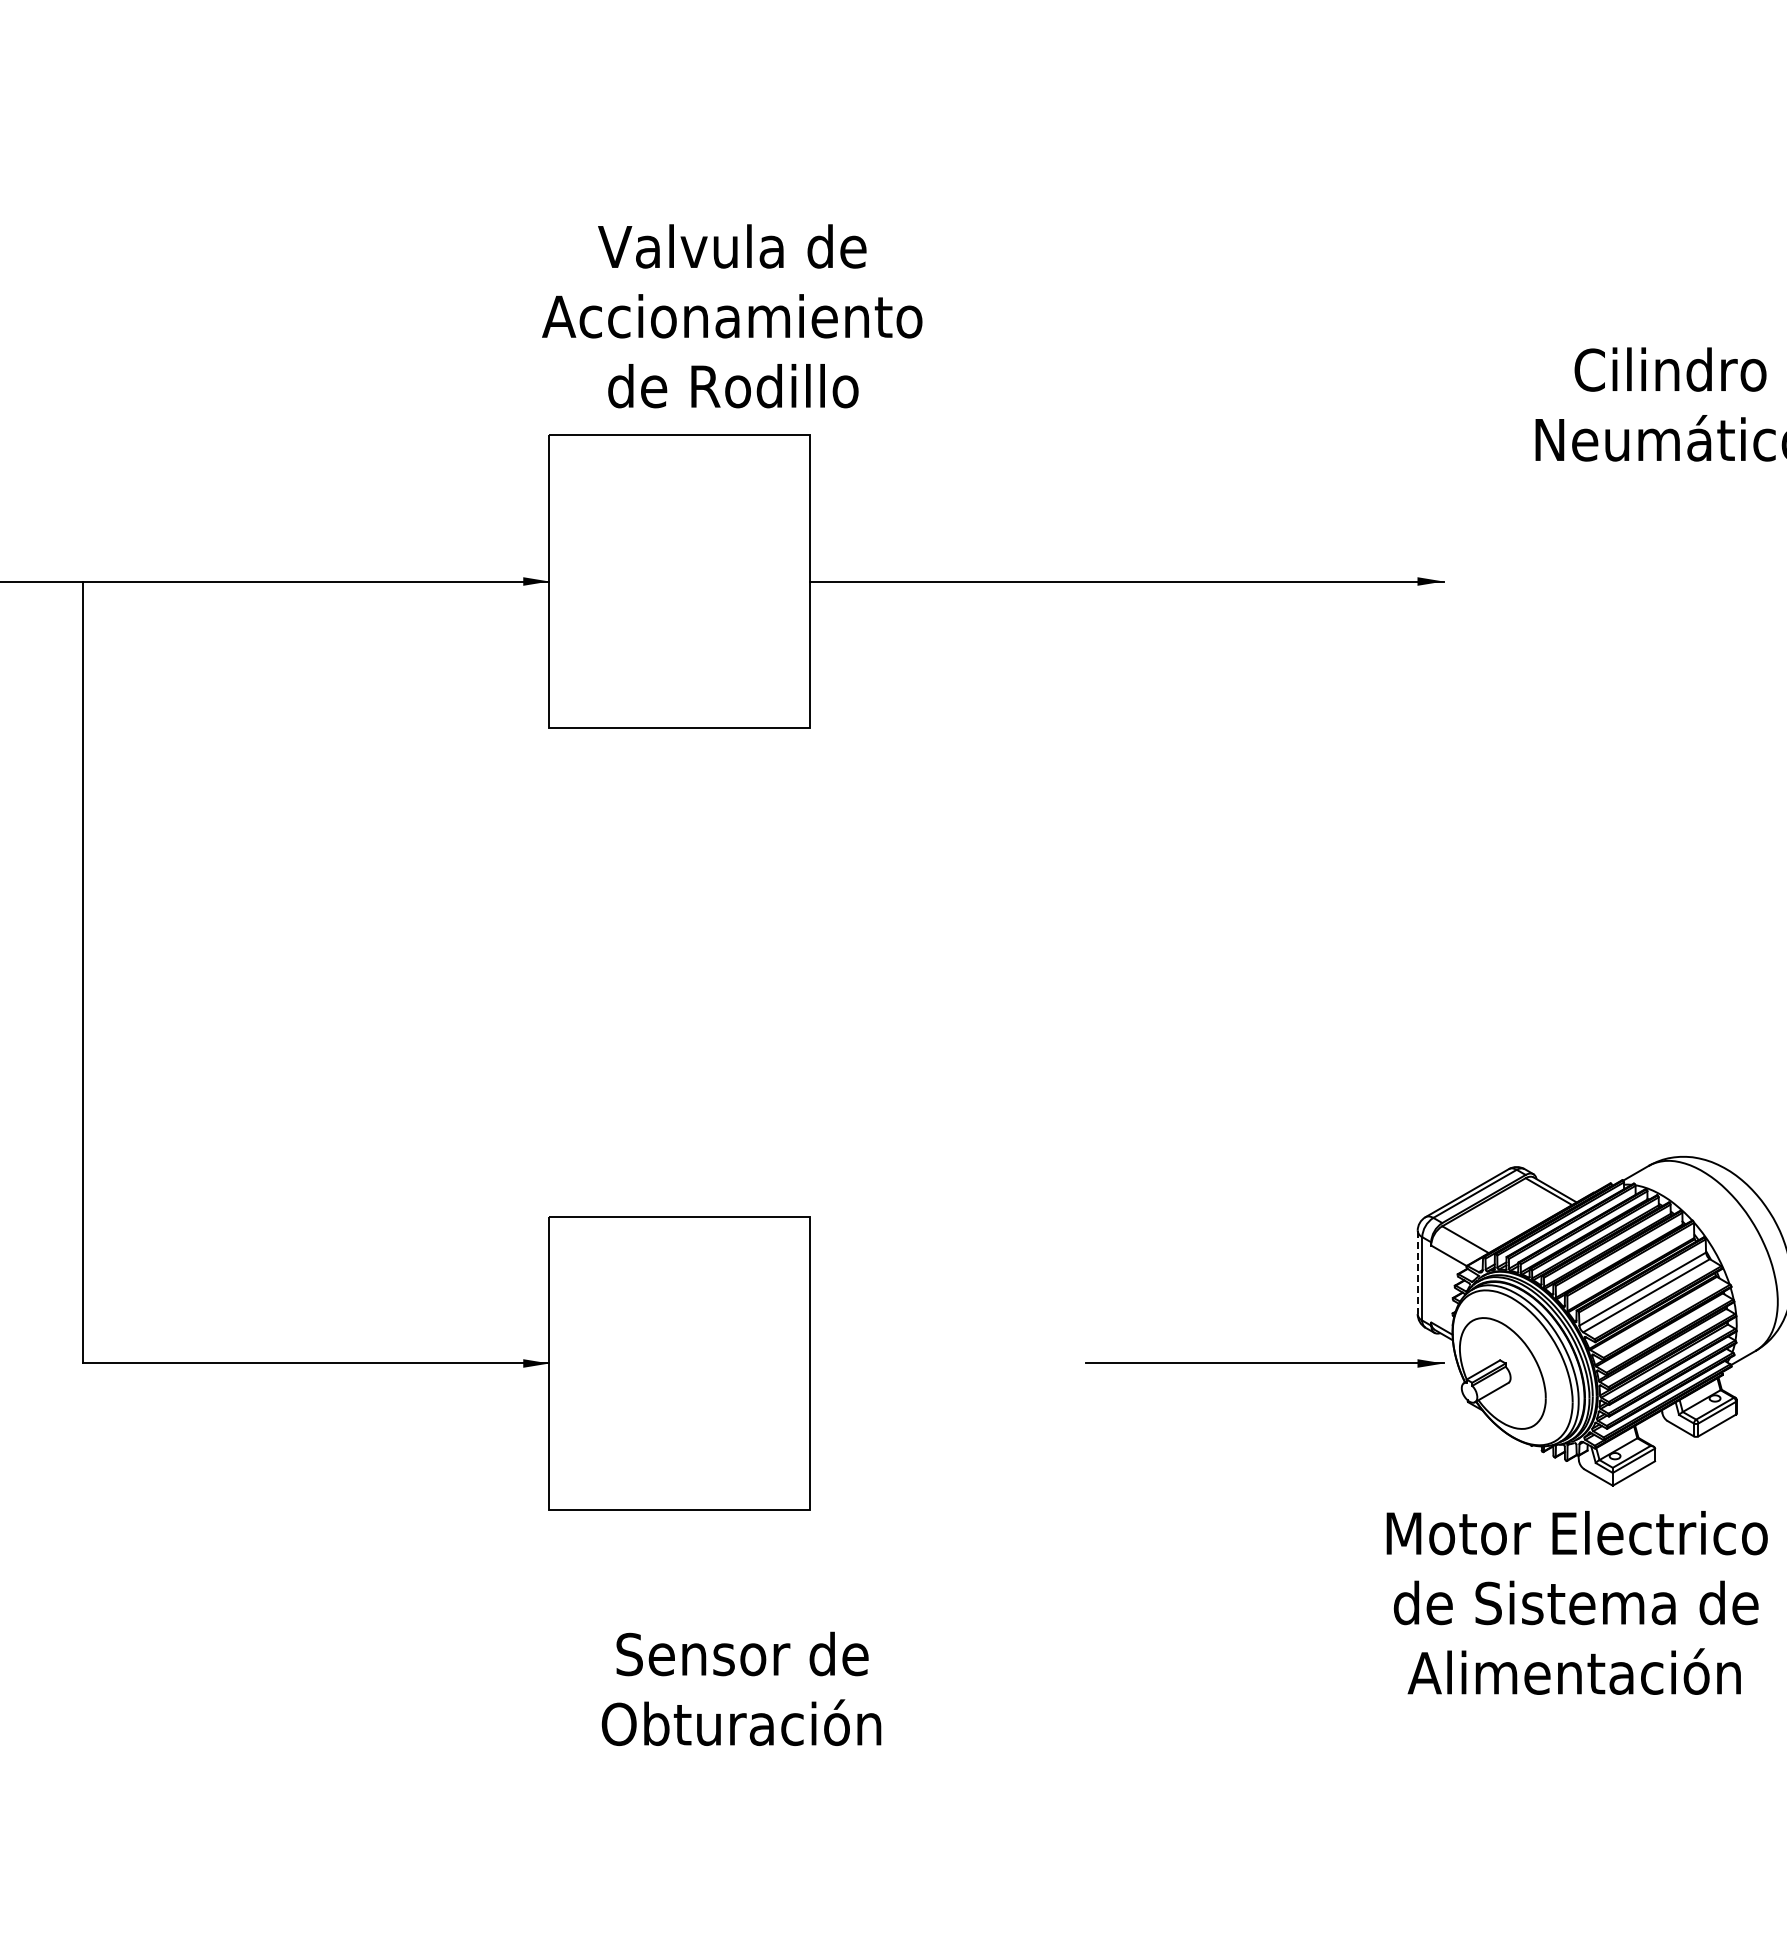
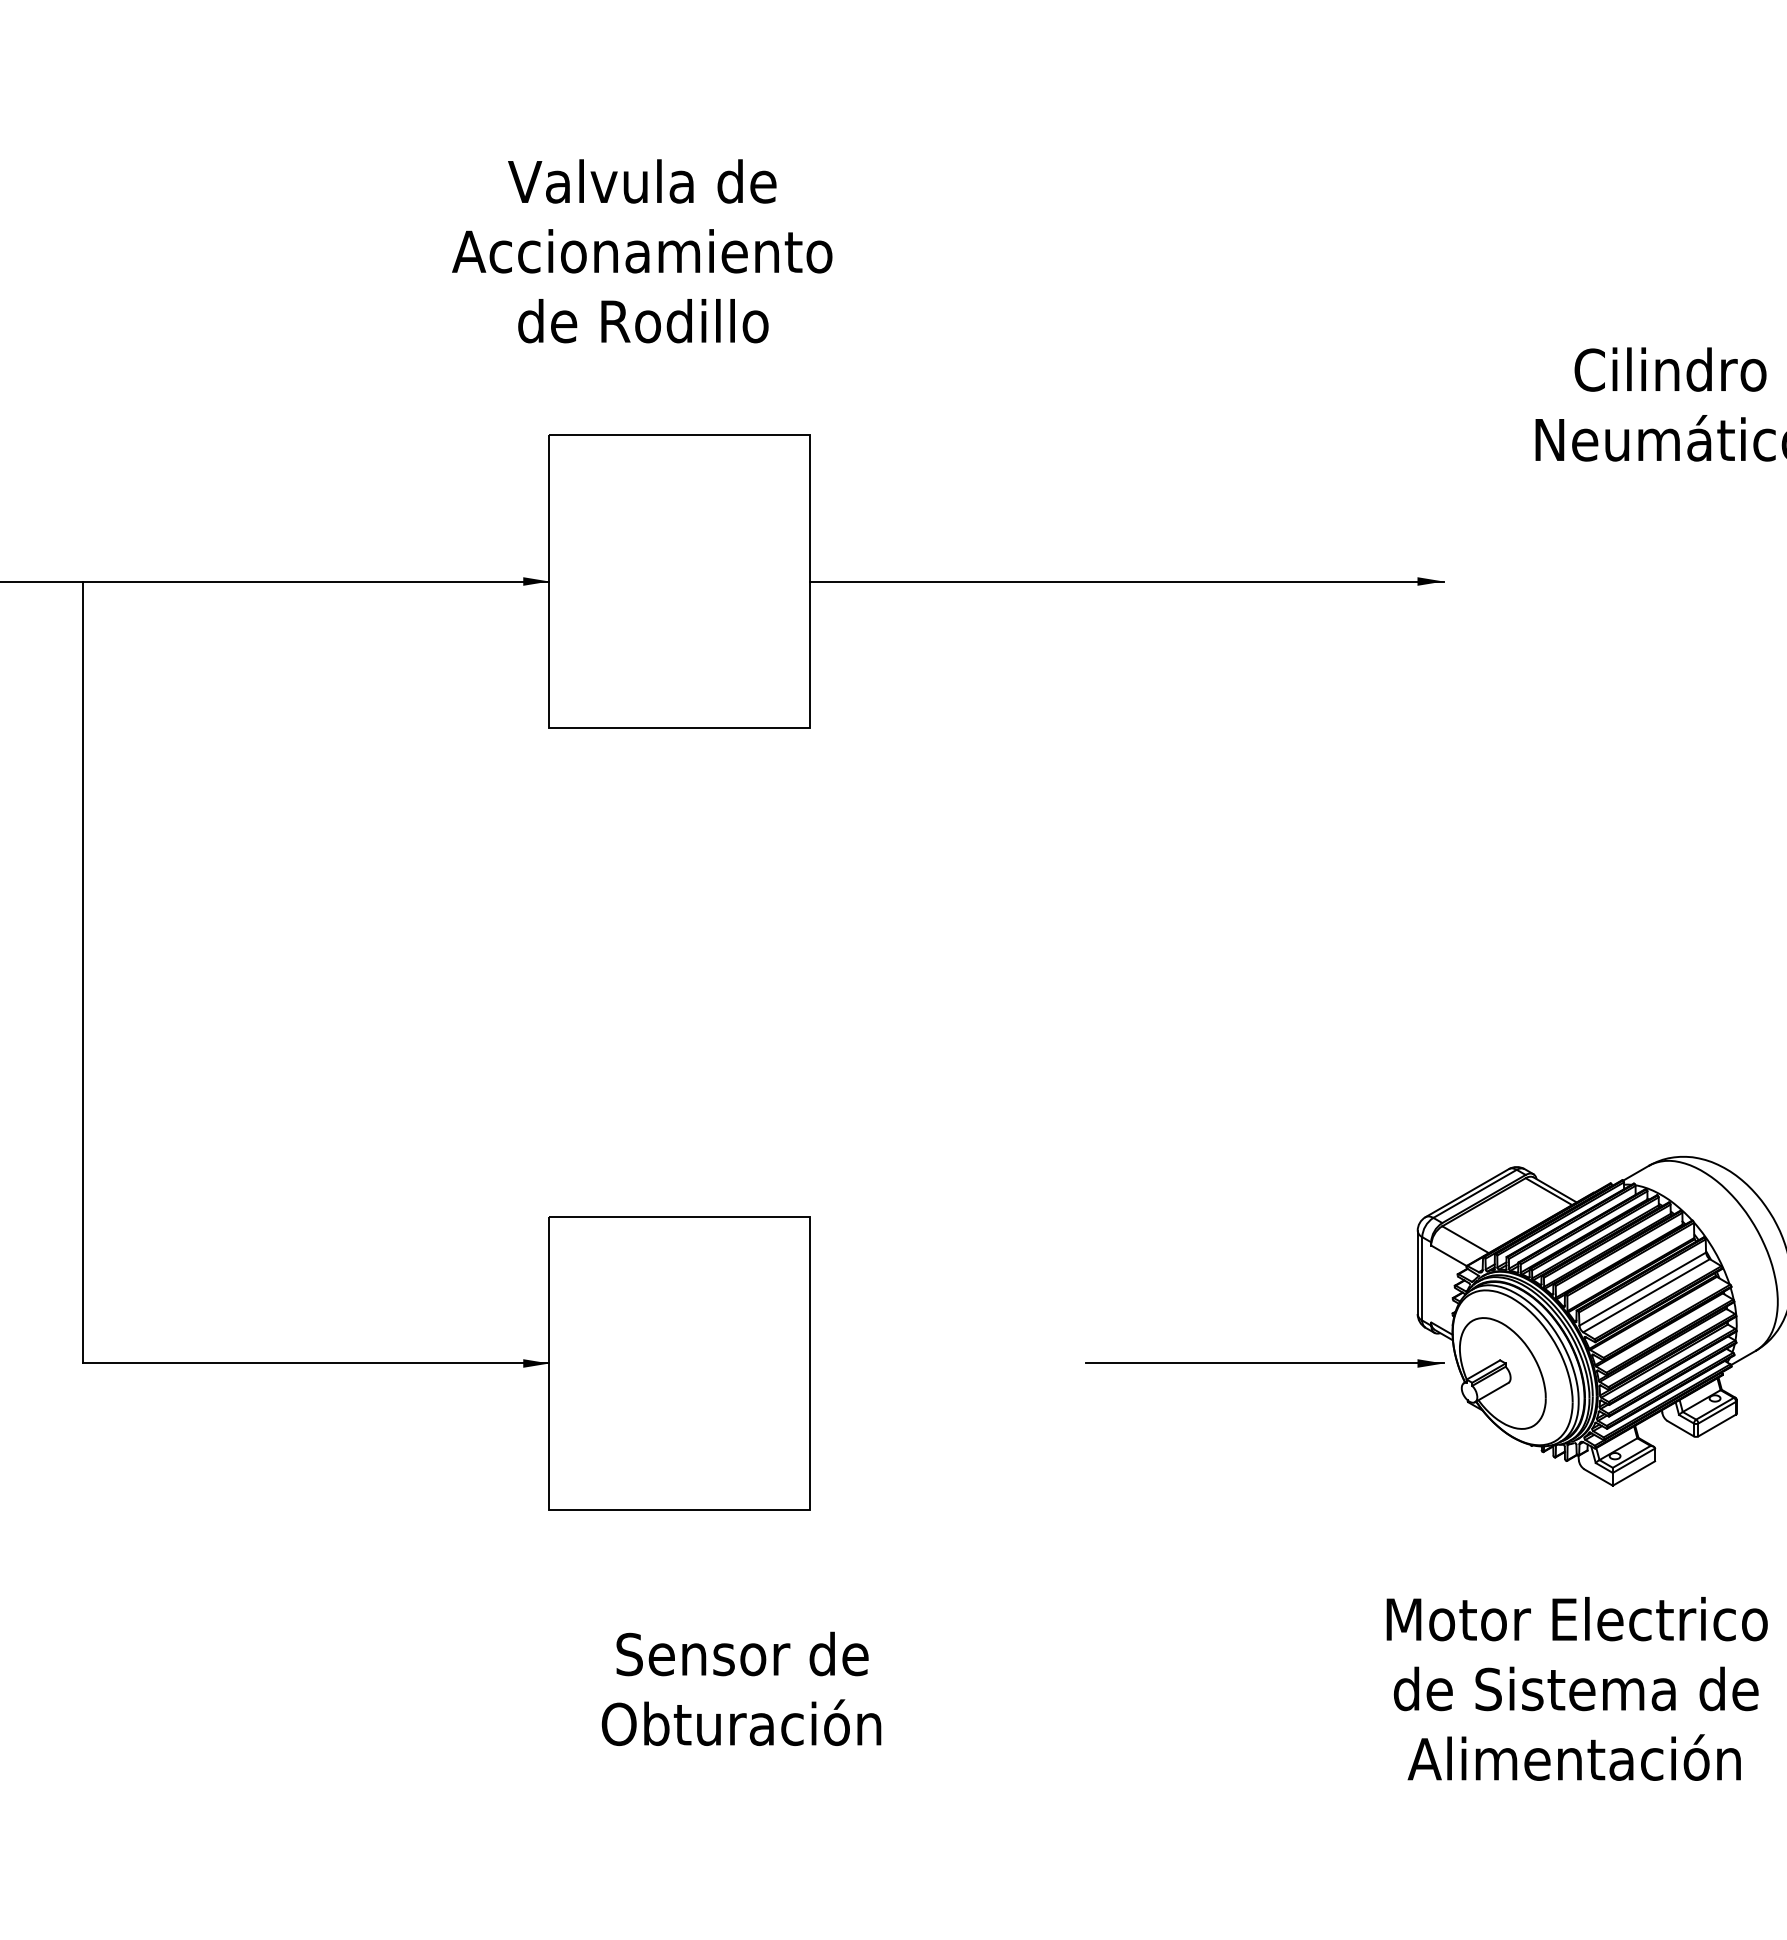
text at (732, 316) position: (732, 316) -> (642, 251)
line at (1417, 1272): dashed -> solid
text at (1576, 1602) position: (1576, 1602) -> (1576, 1688)
